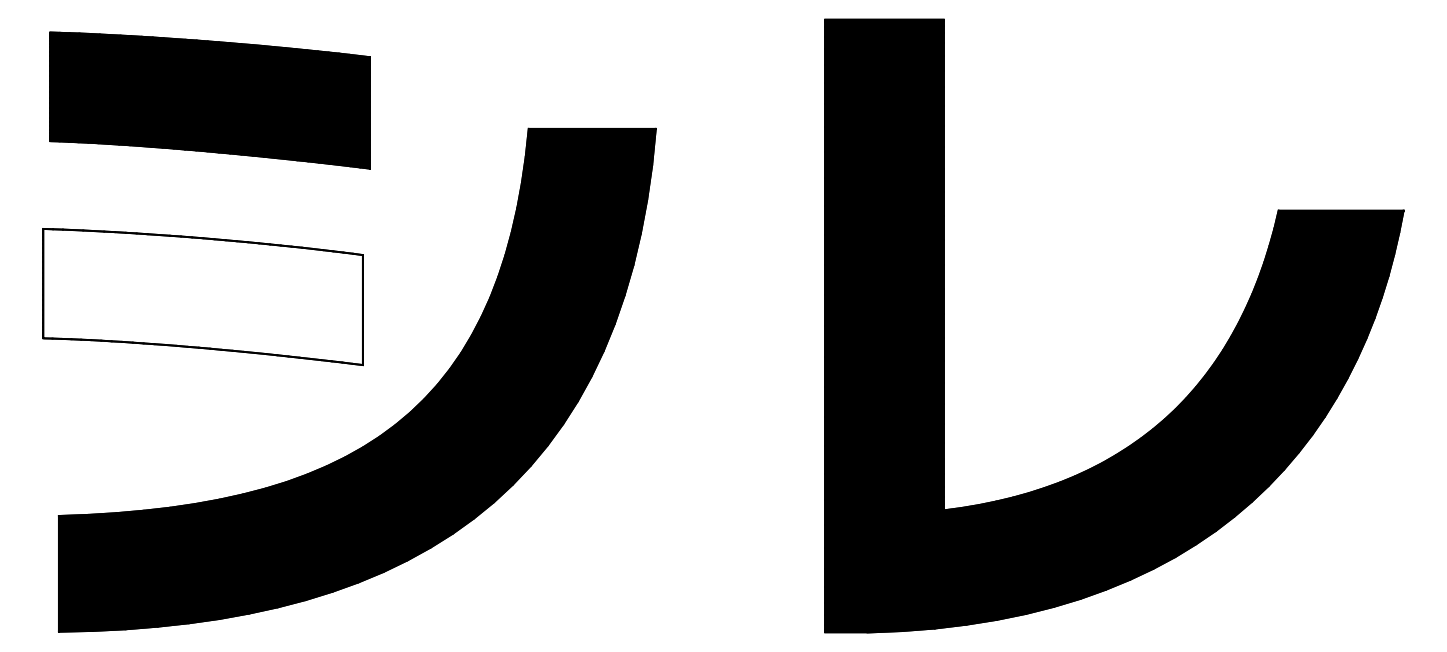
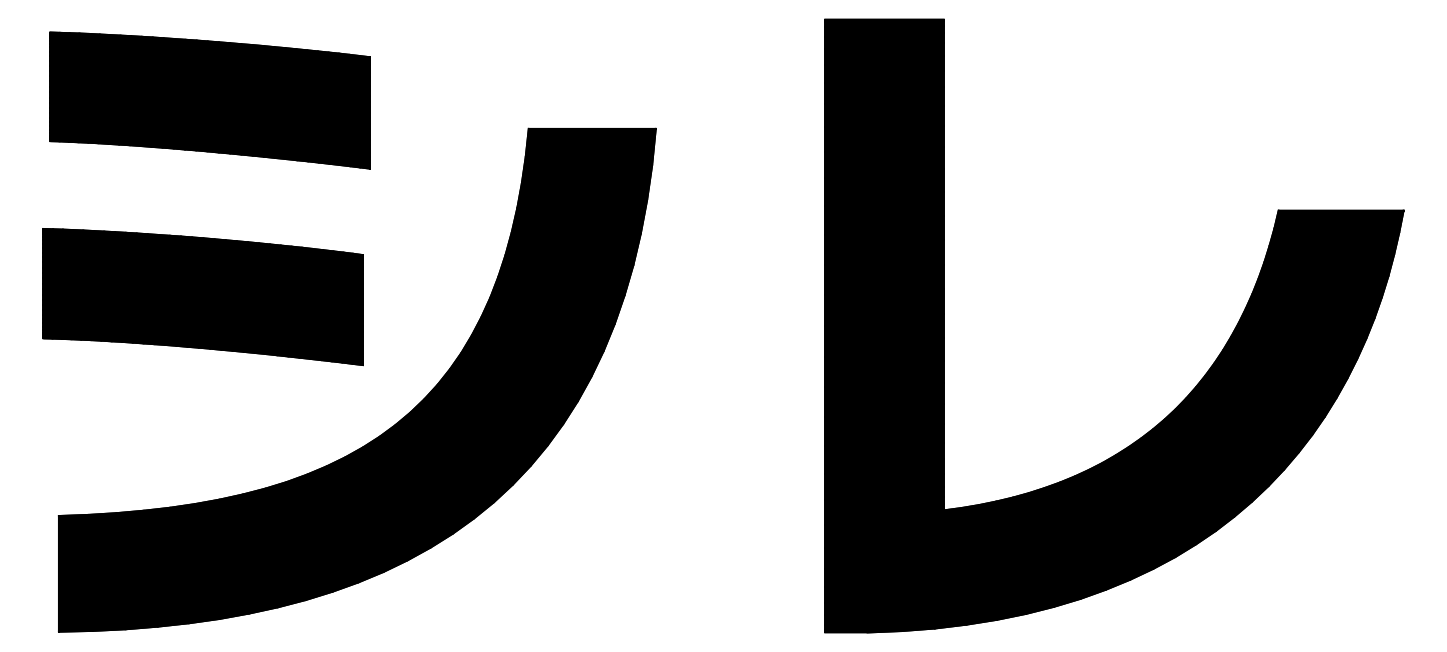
fill at (202, 296): none -> present
